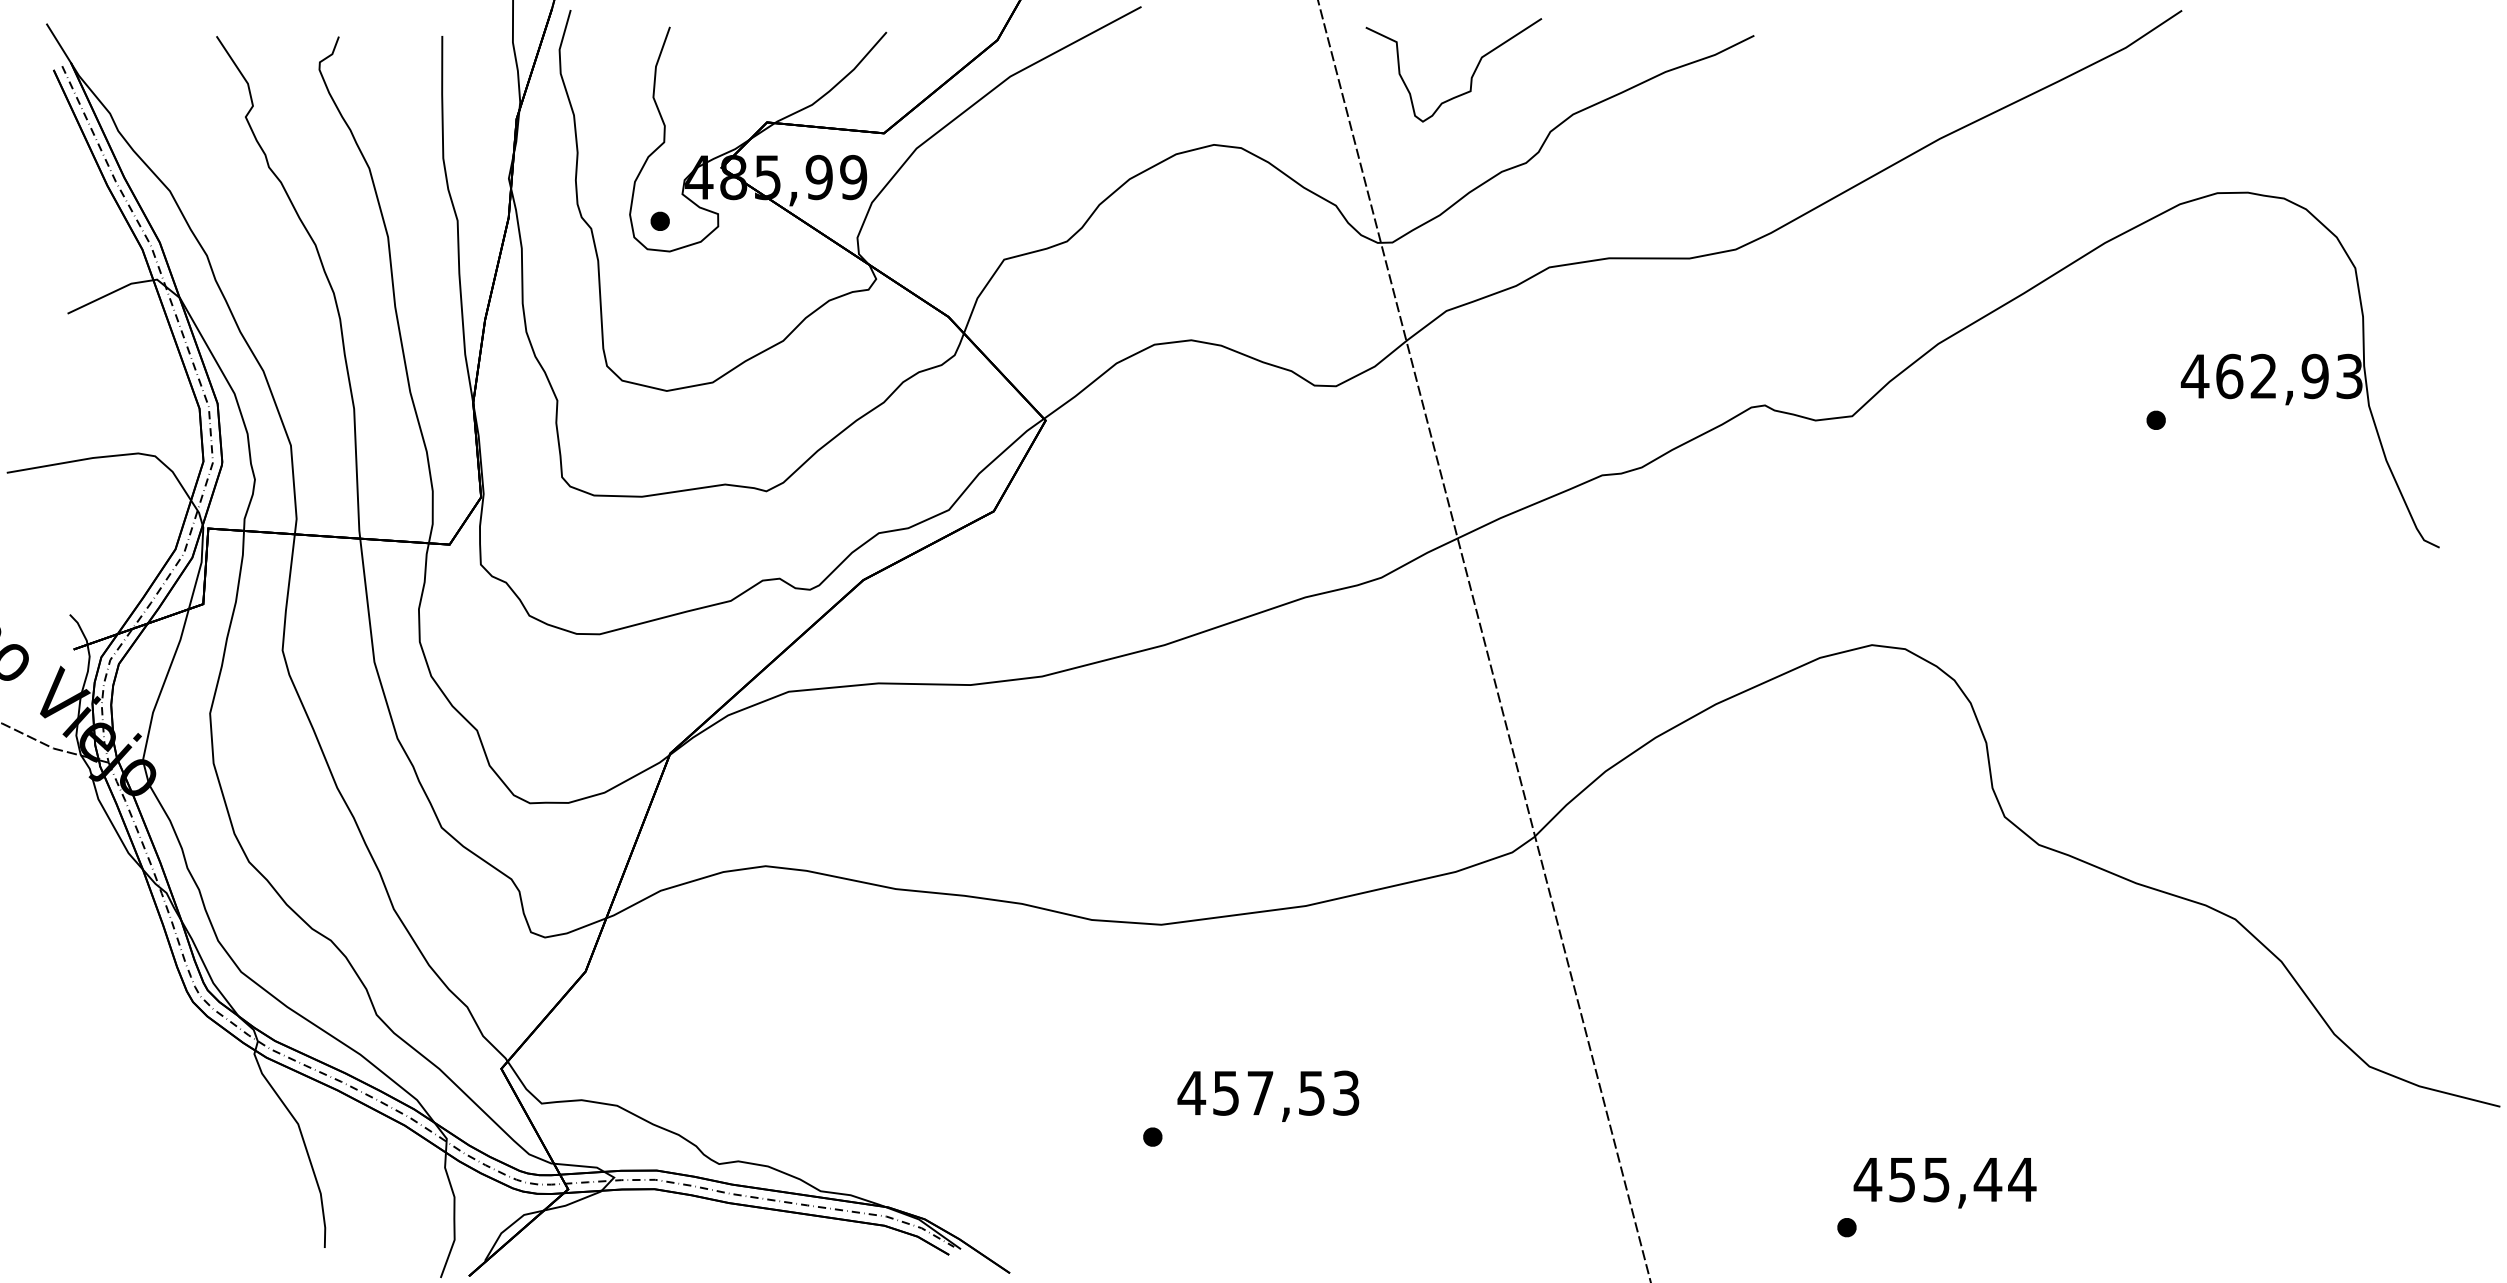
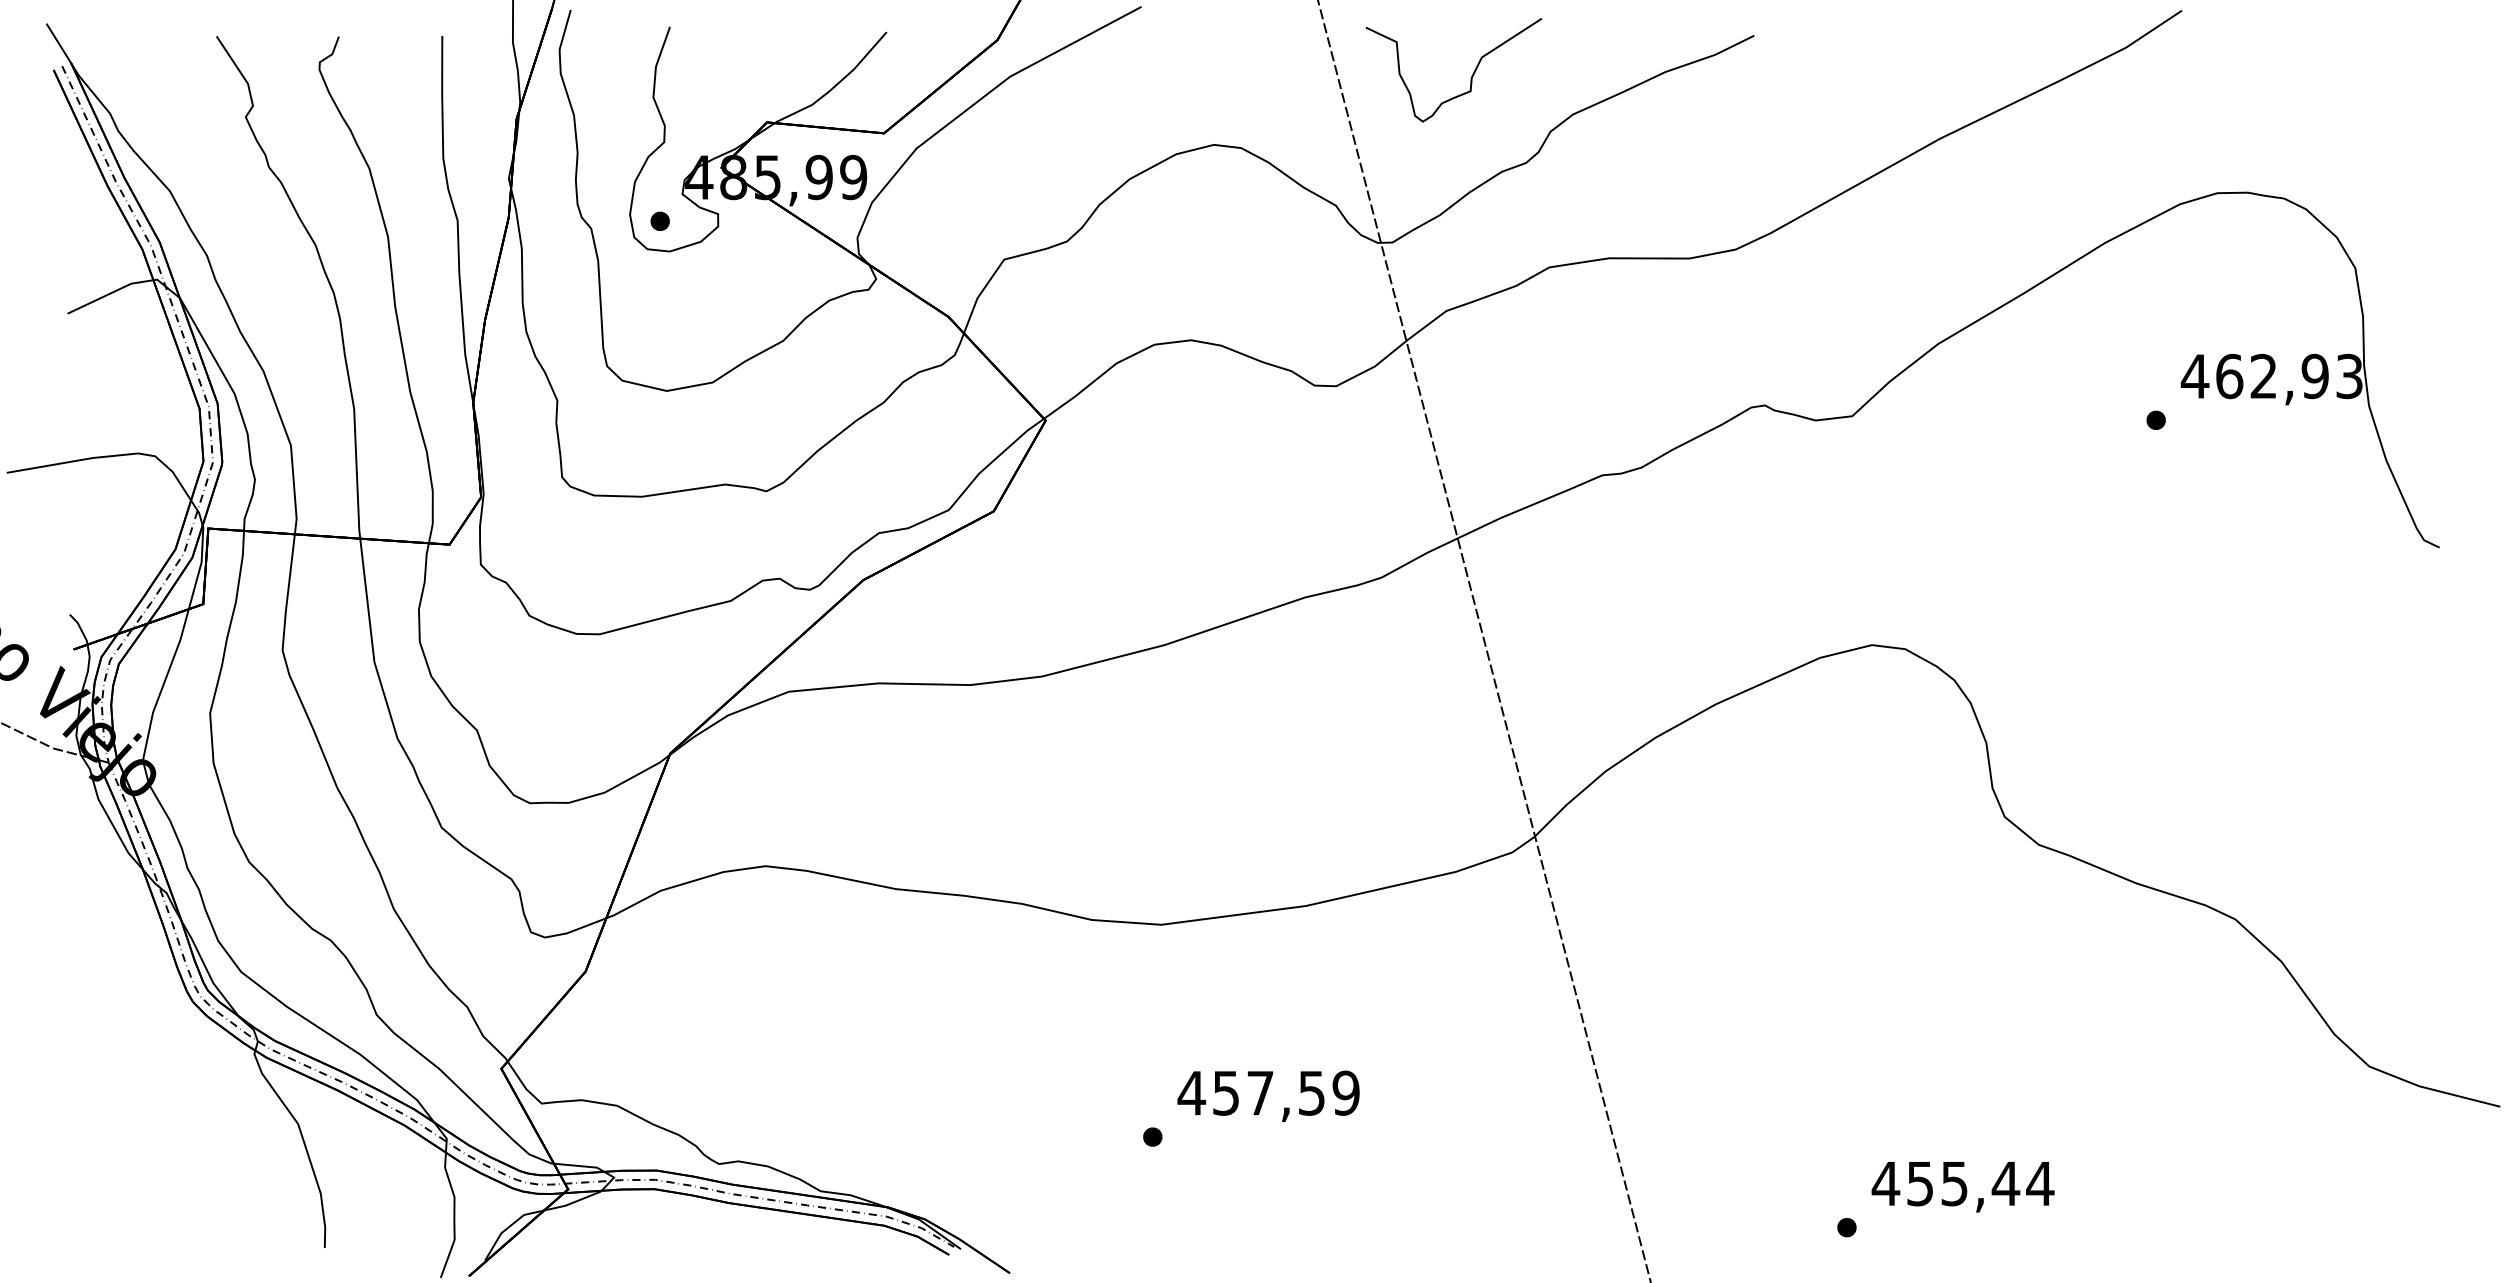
text at (1345, 1092): 457,53 -> 457,59
text at (1944, 1183) position: (1944, 1183) -> (1962, 1187)
